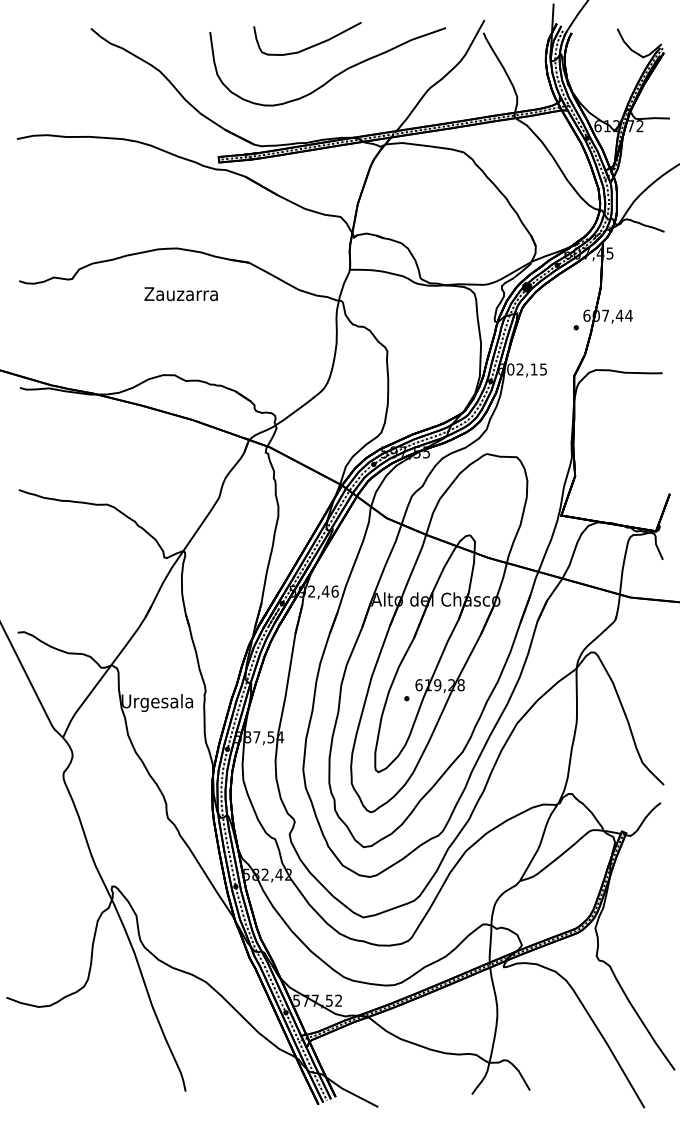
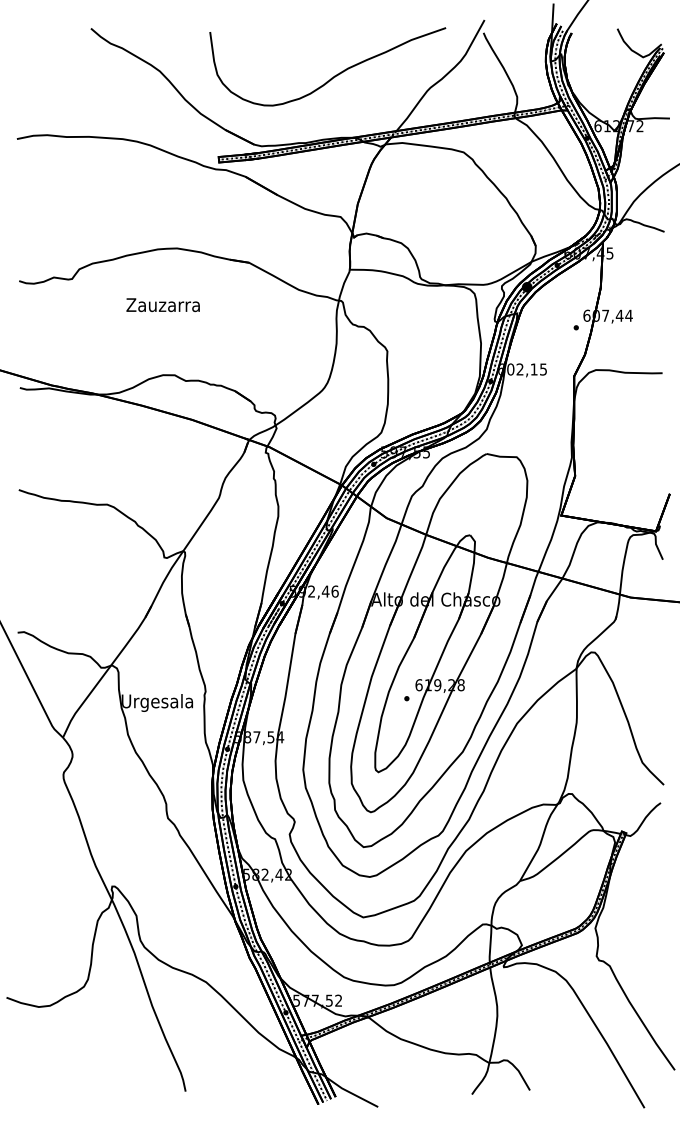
curve at (309, 46): present -> none
text at (180, 294) position: (180, 294) -> (162, 305)
